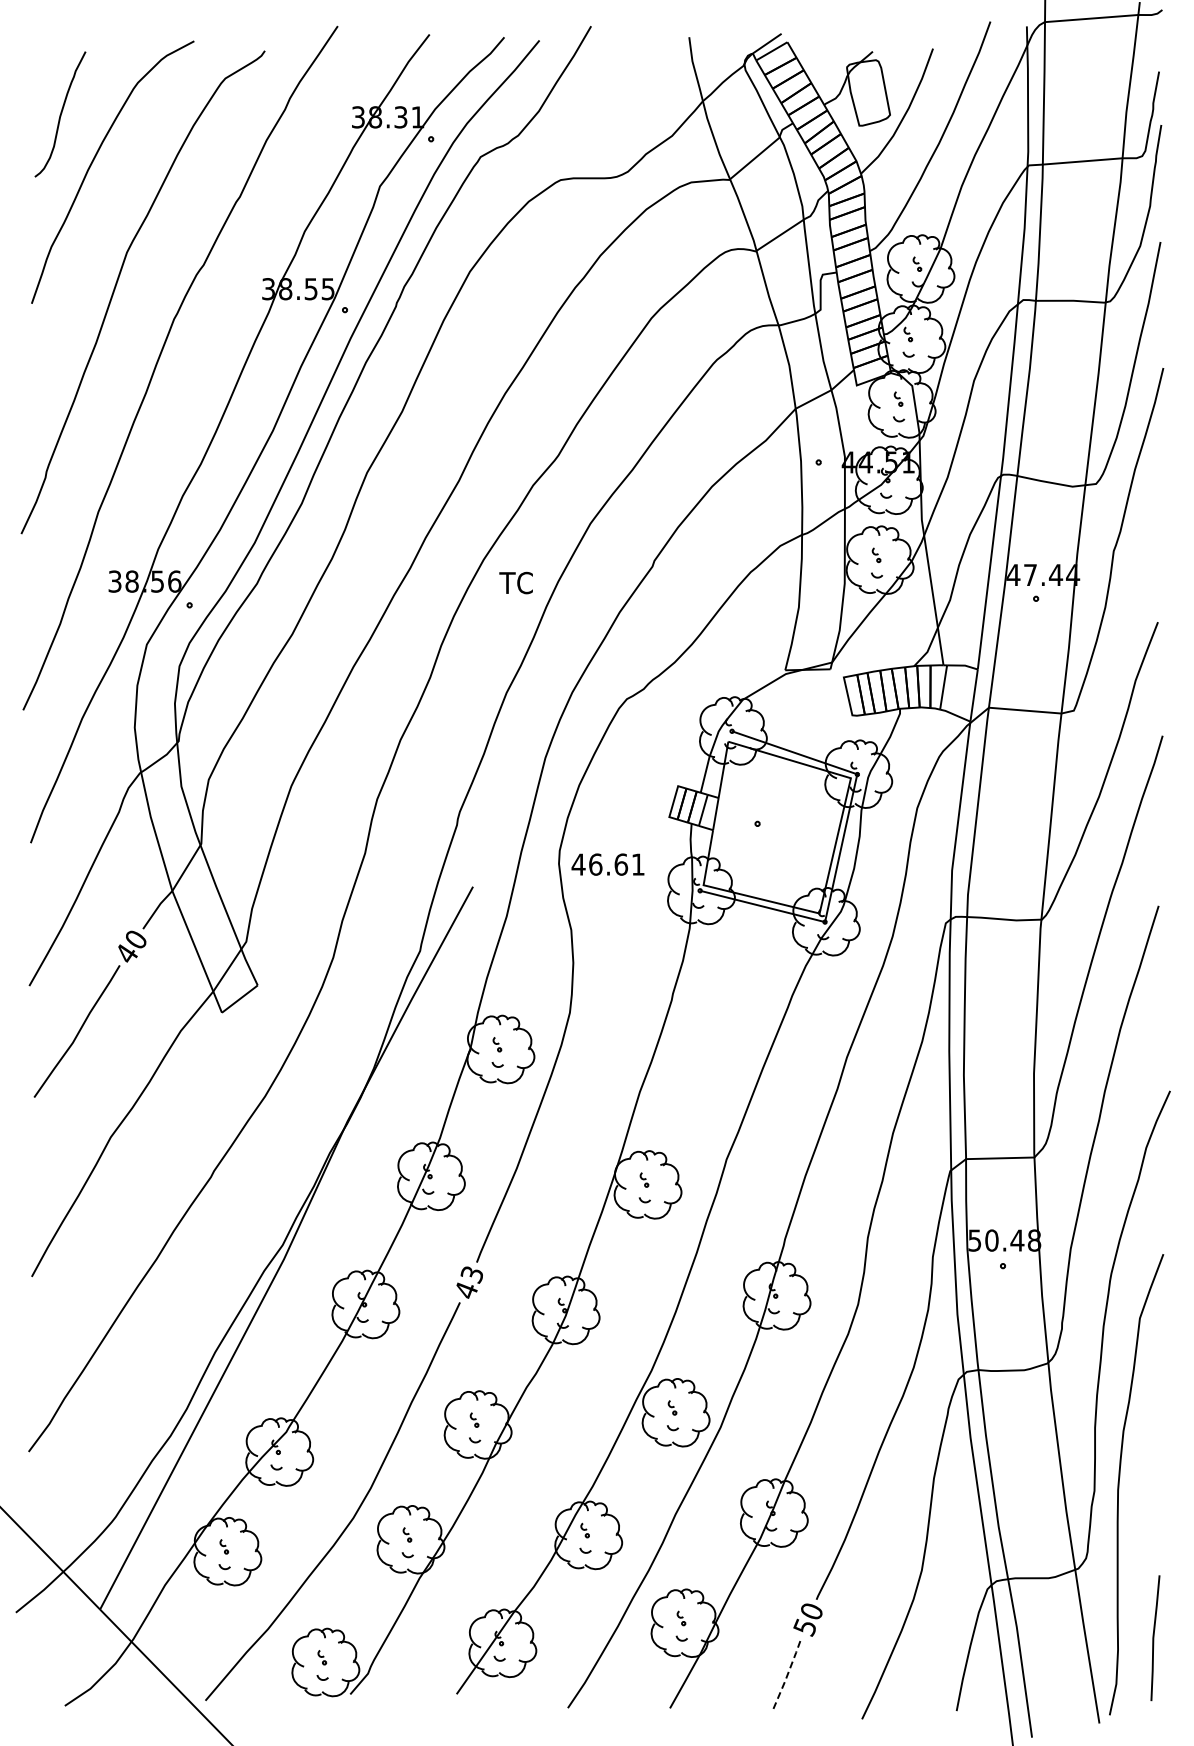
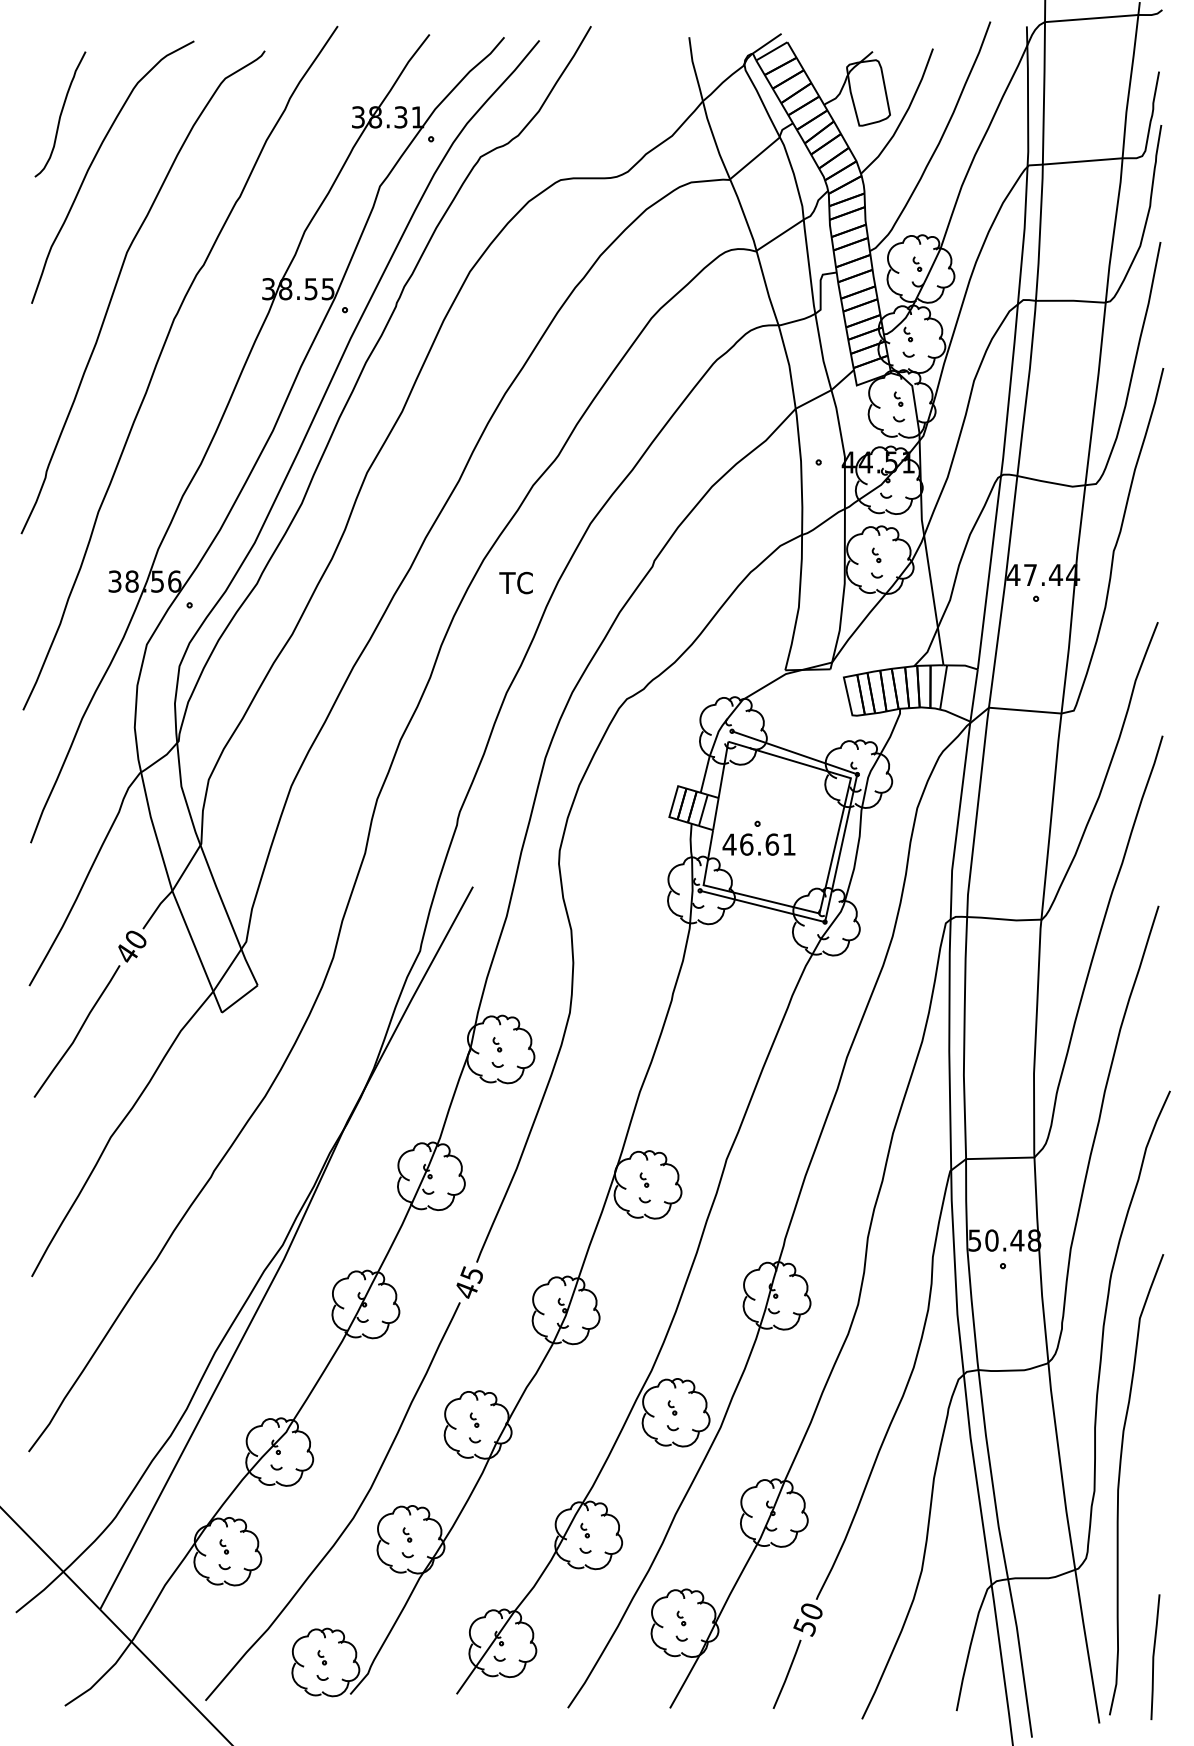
text at (607, 864) position: (607, 864) -> (758, 844)
text at (471, 1272): 43 -> 45
line at (1154, 1638) position: (1154, 1638) -> (1154, 1657)
line at (787, 1674): dashed -> solid
